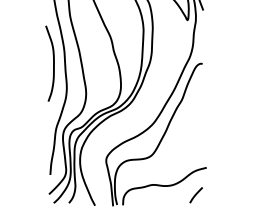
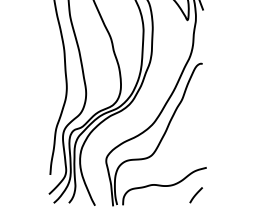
curve at (53, 63): present -> none
